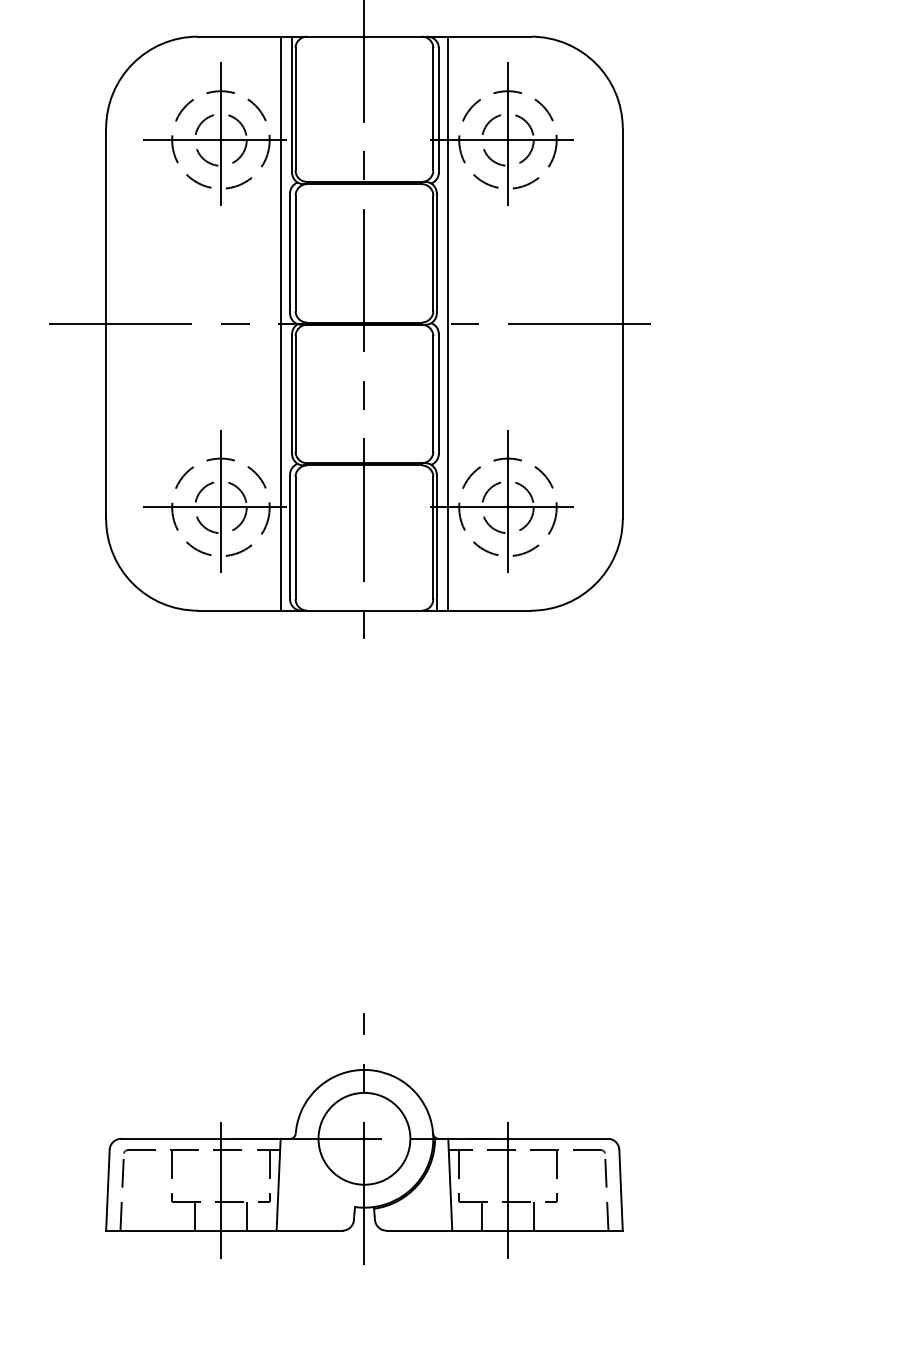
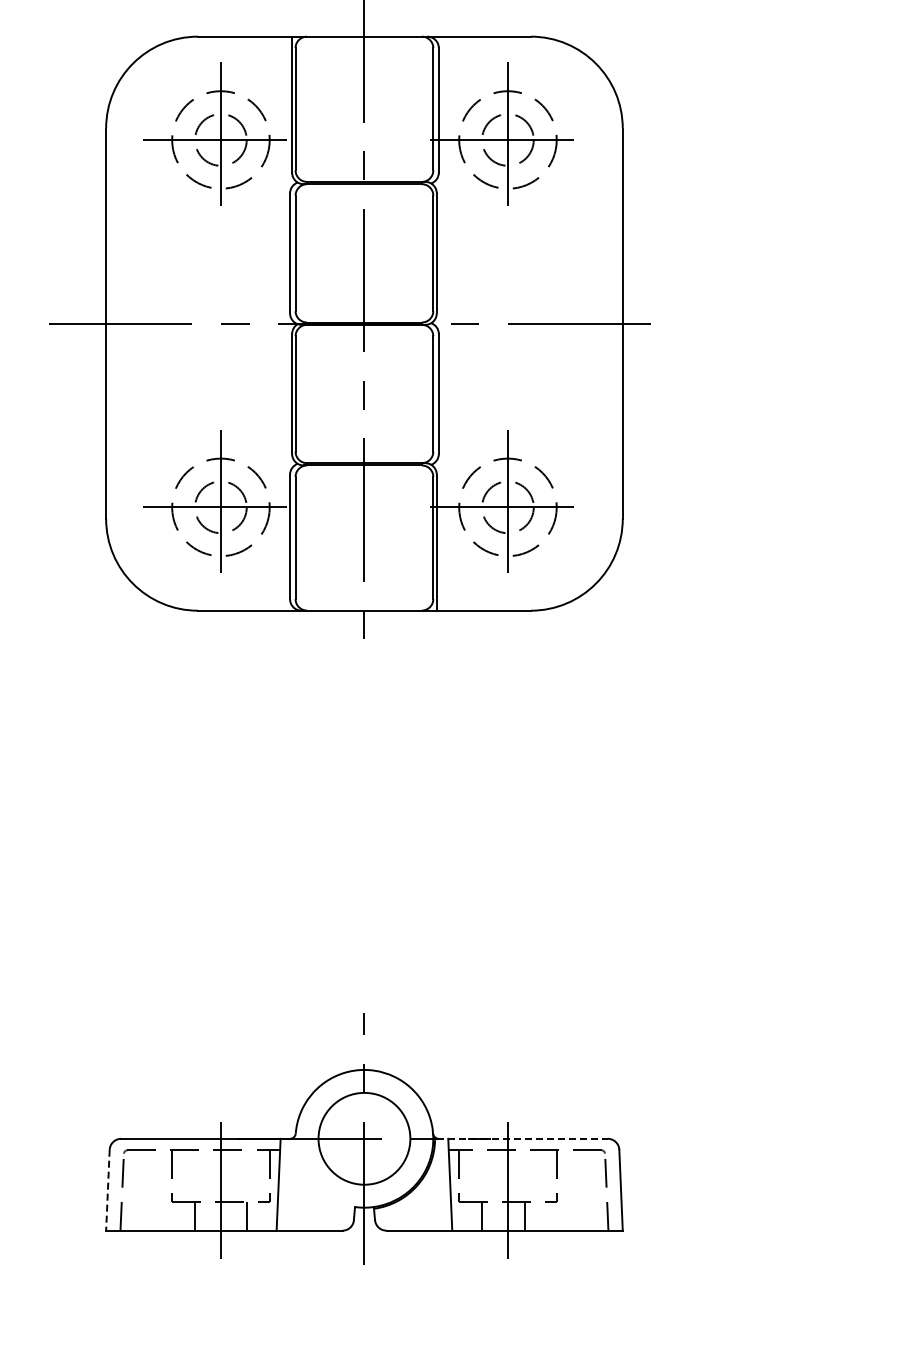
line at (280, 323): present -> none
line at (448, 323): present -> none
line at (522, 1138): solid -> dashed
line at (107, 1190): solid -> dashed
line at (533, 1215) position: (533, 1215) -> (524, 1215)
